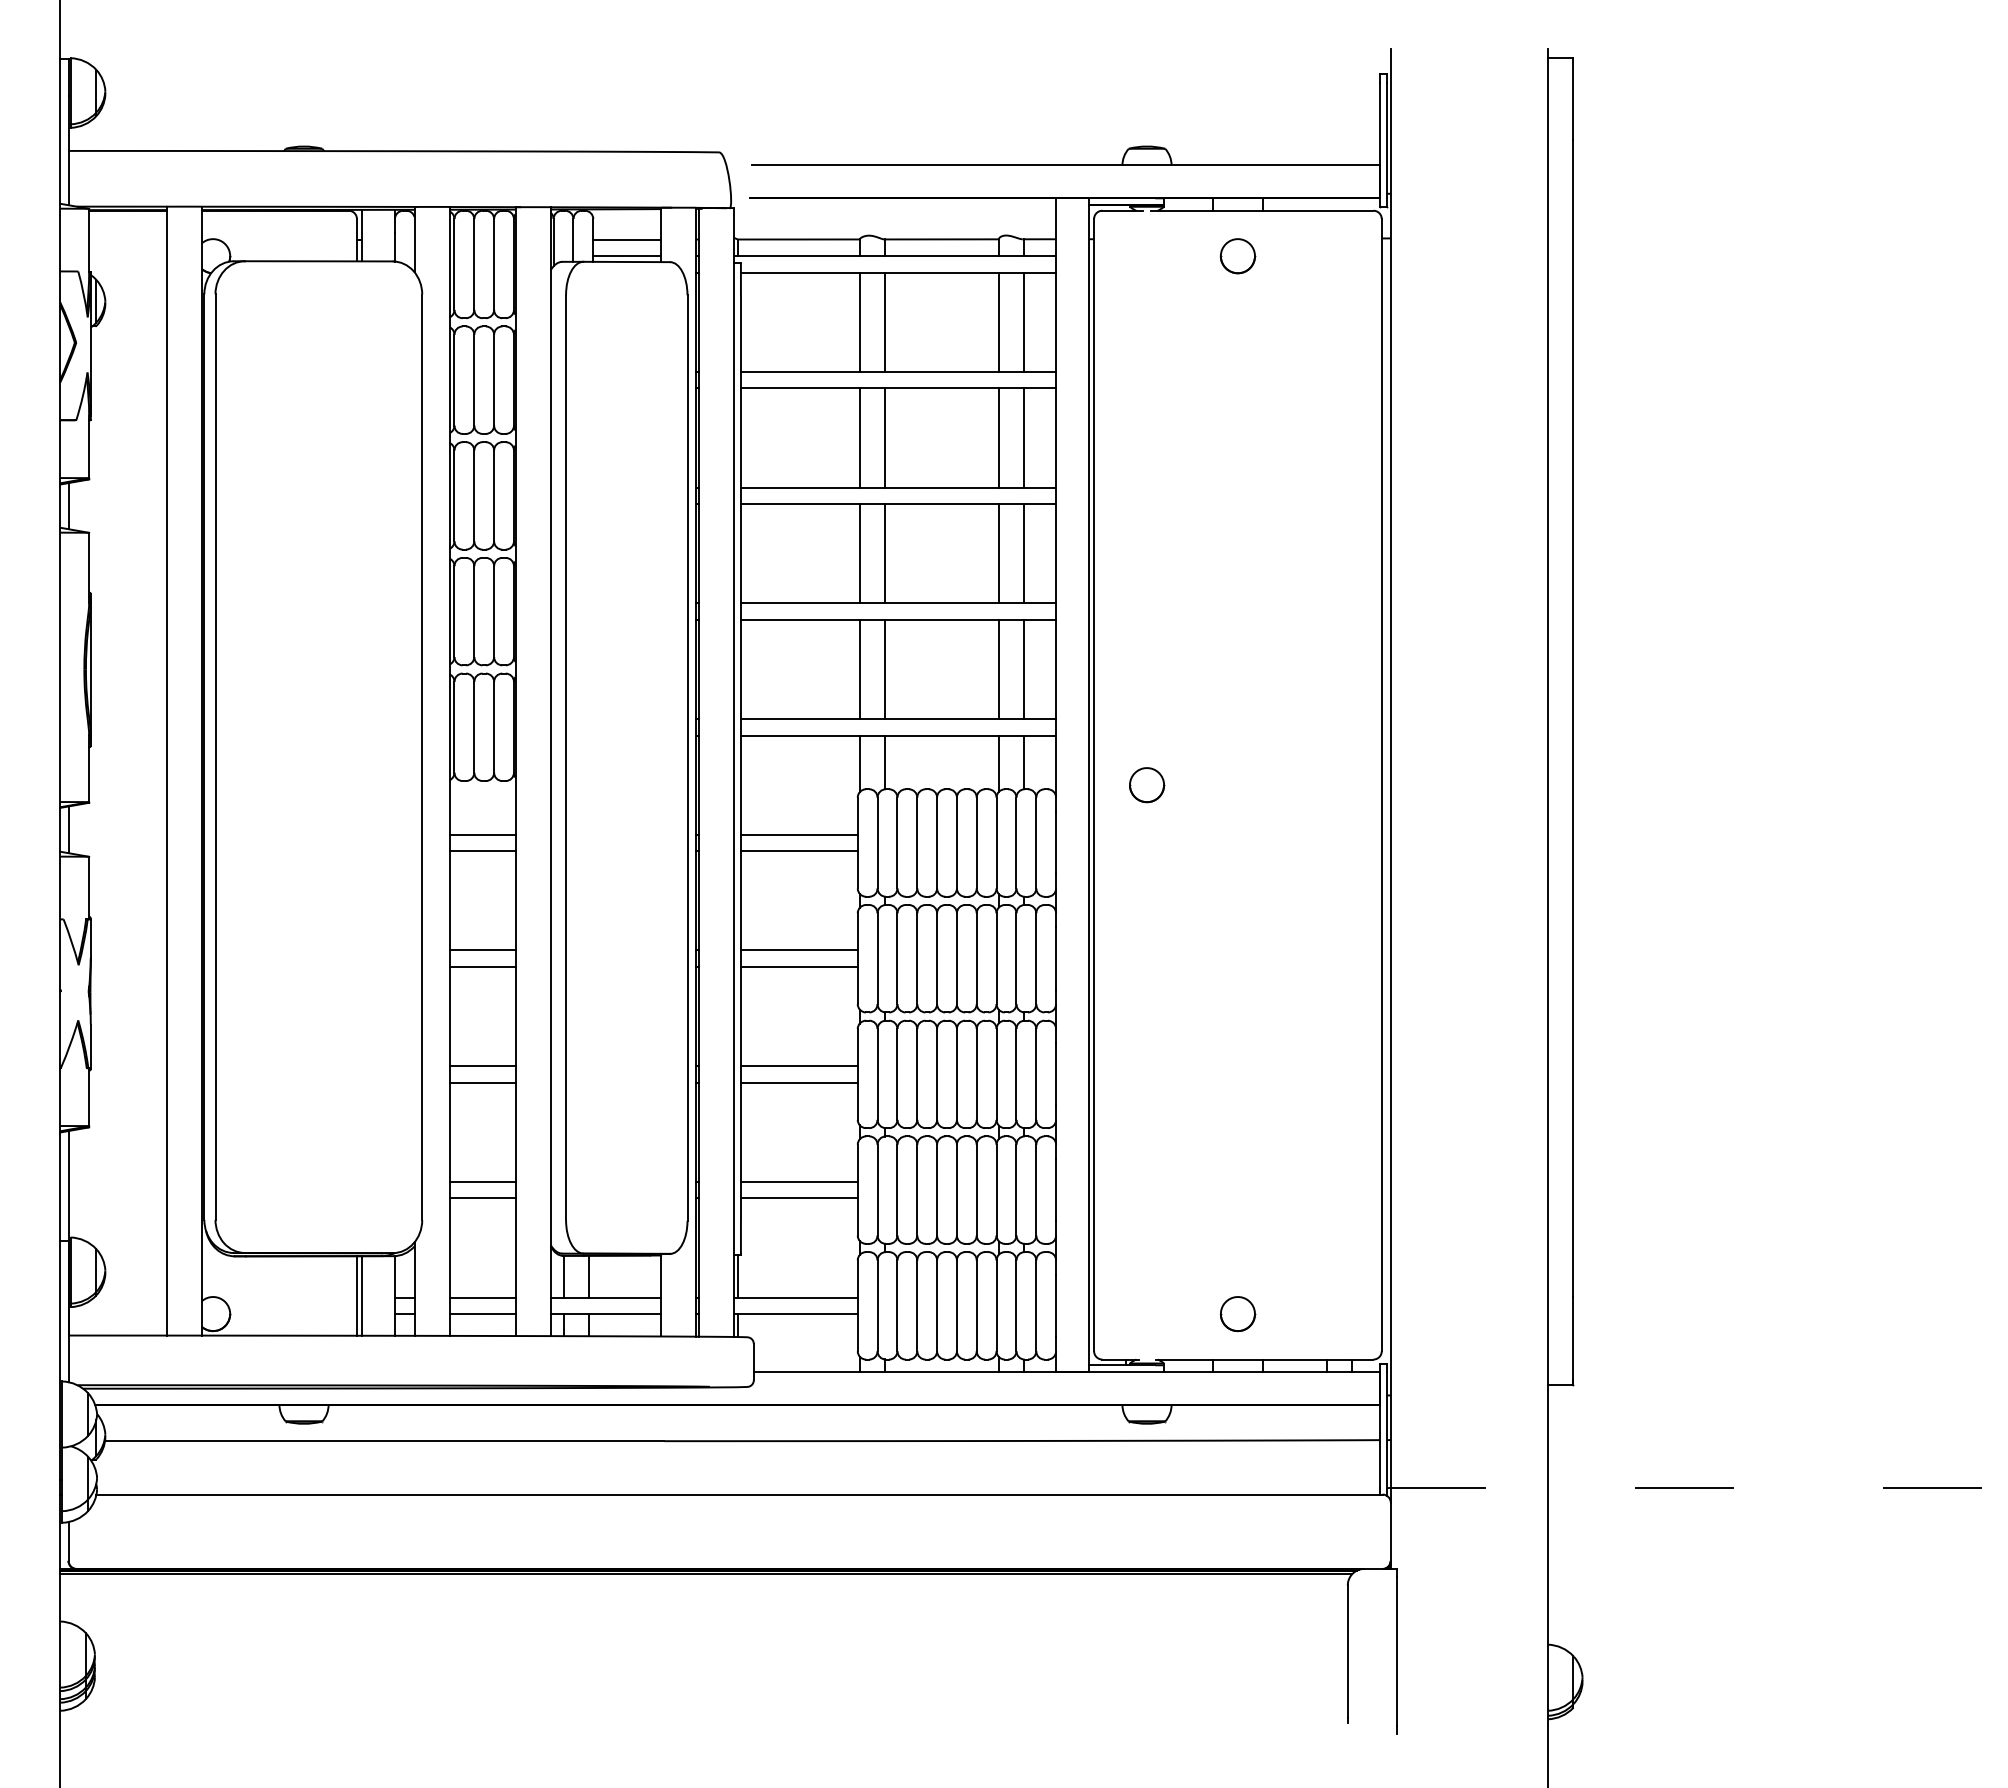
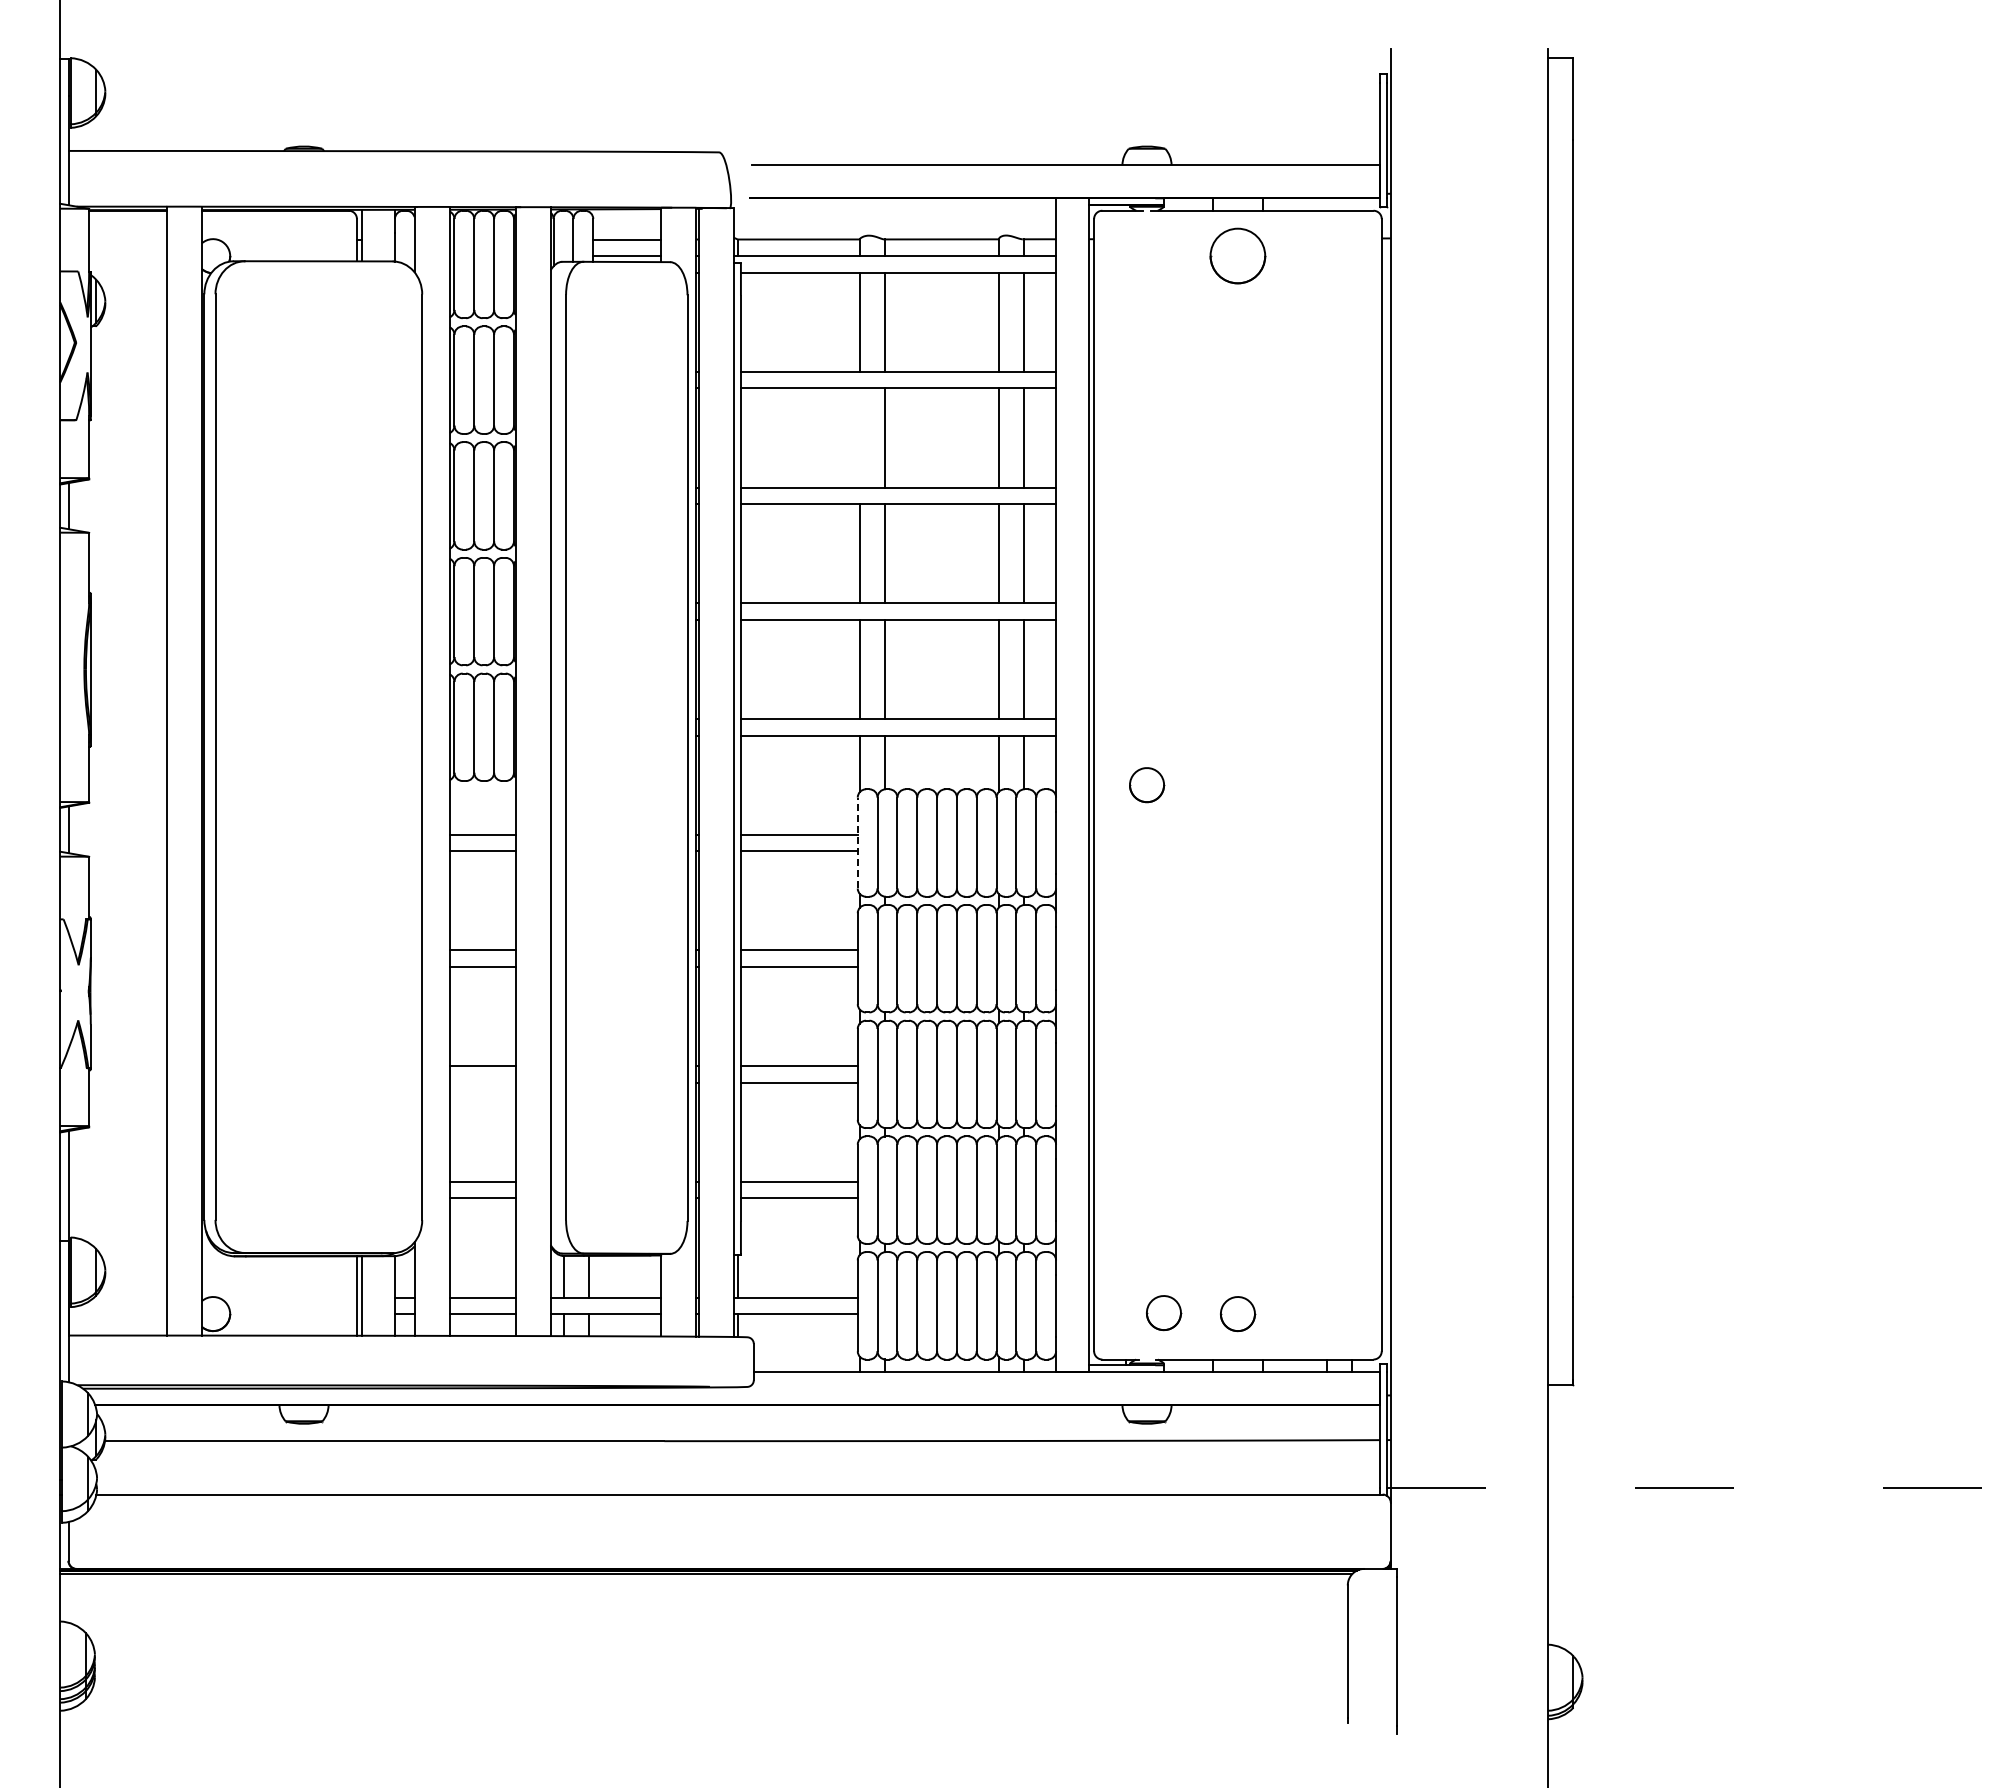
part at (1237, 256) size: 38x37 px -> 58x58 px
line at (859, 437): present -> none
line at (857, 842): solid -> dashed
line at (482, 1082): present -> none
part at (1164, 1313): none -> present
